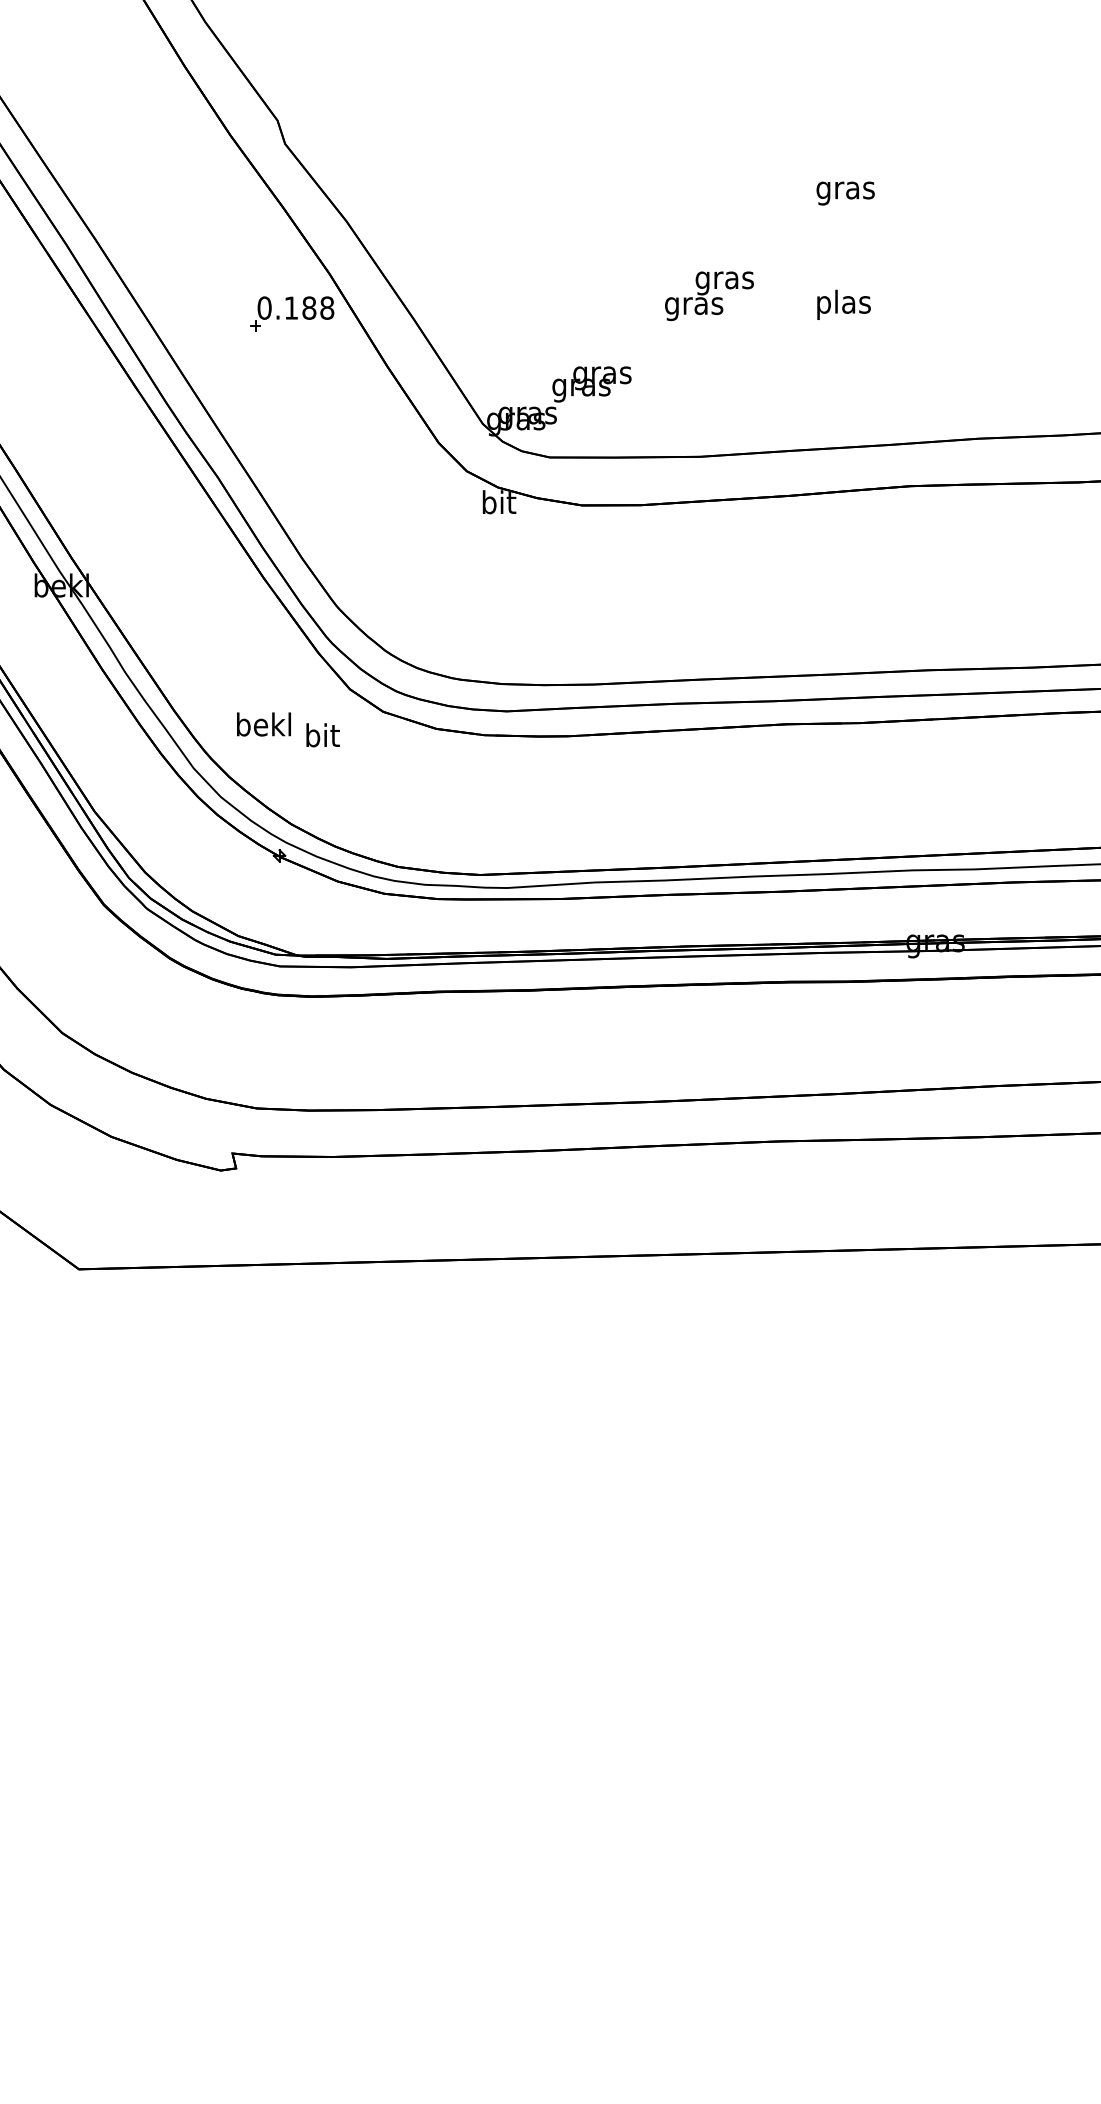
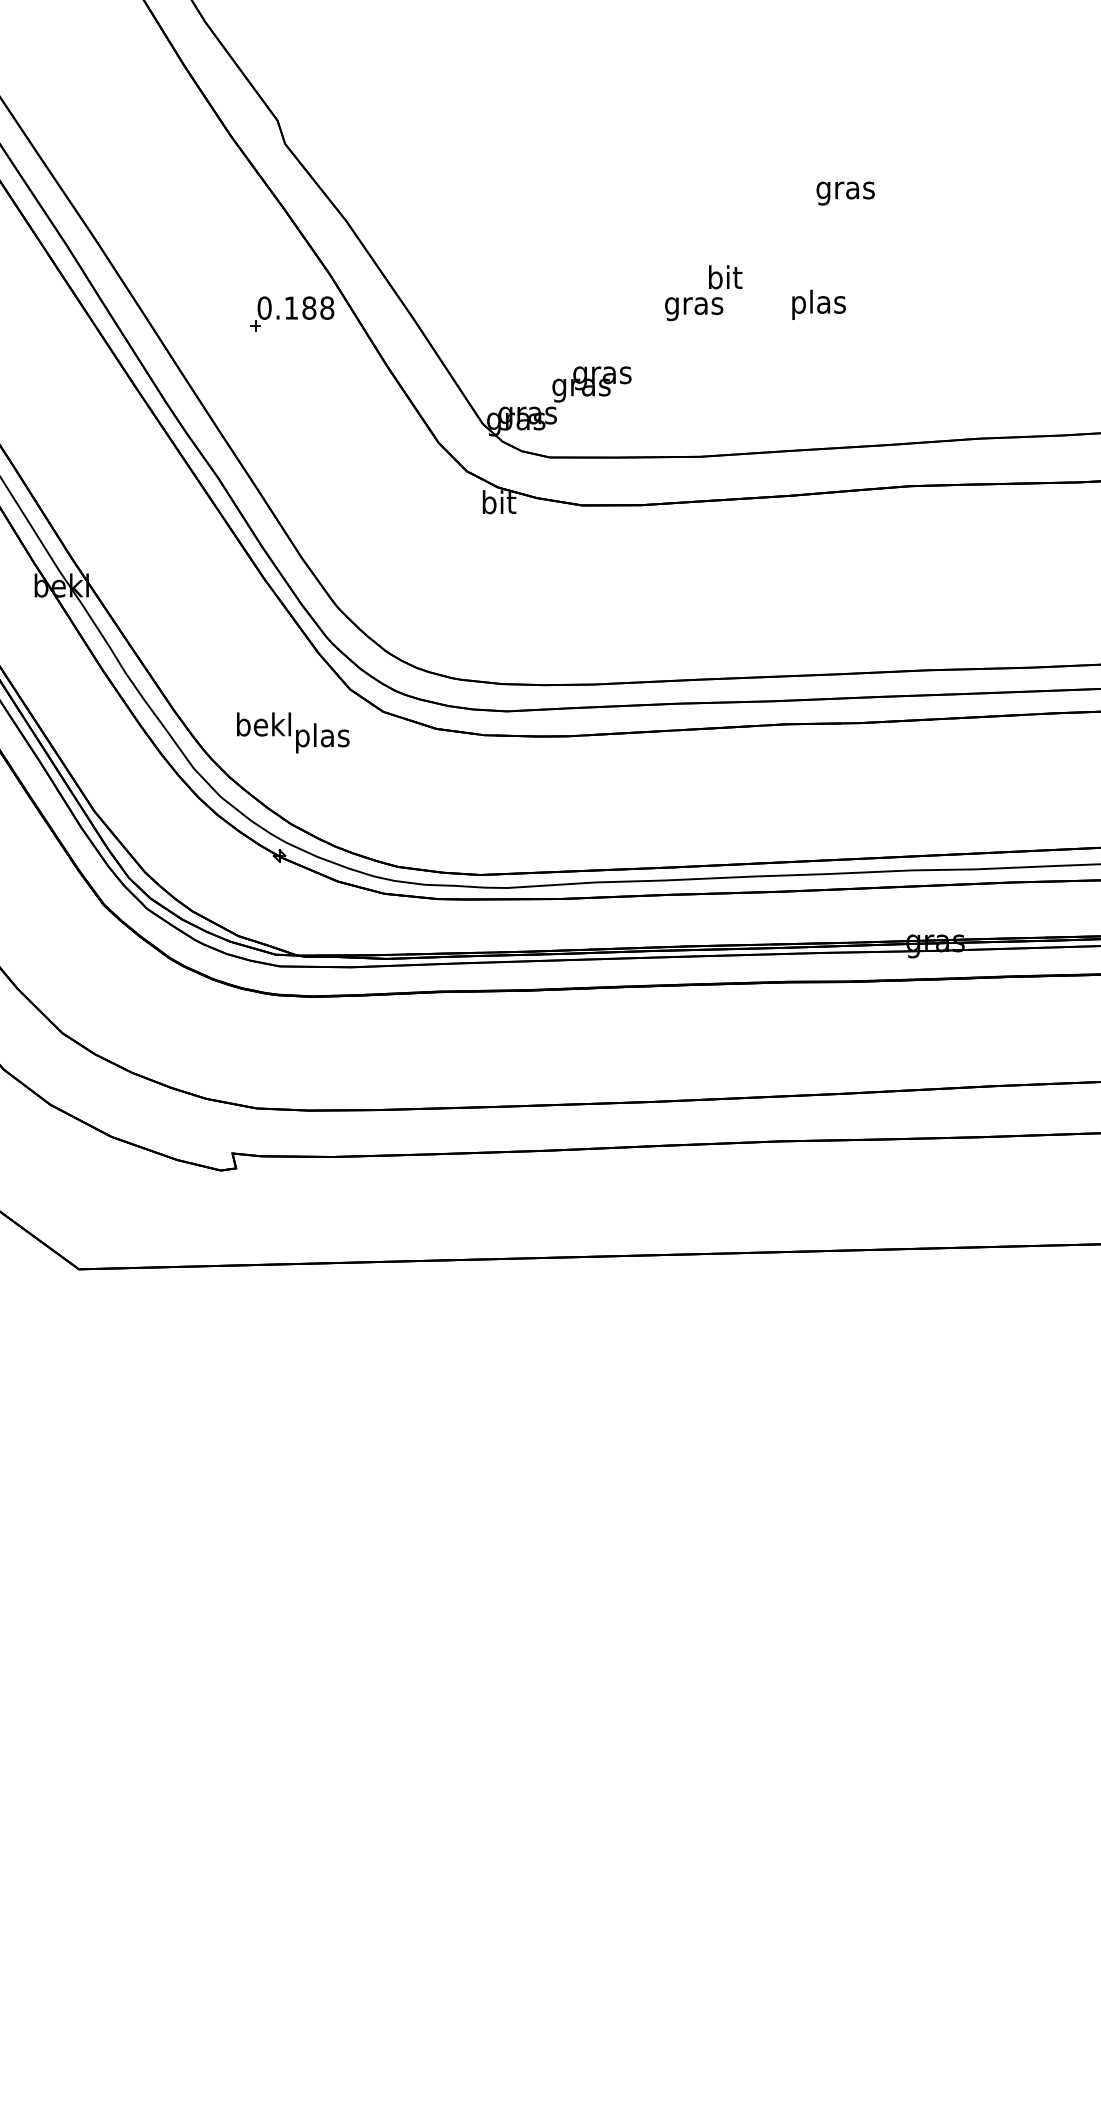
text at (724, 280): gras -> bit
text at (843, 304) position: (843, 304) -> (818, 304)
text at (322, 738): bit -> plas
